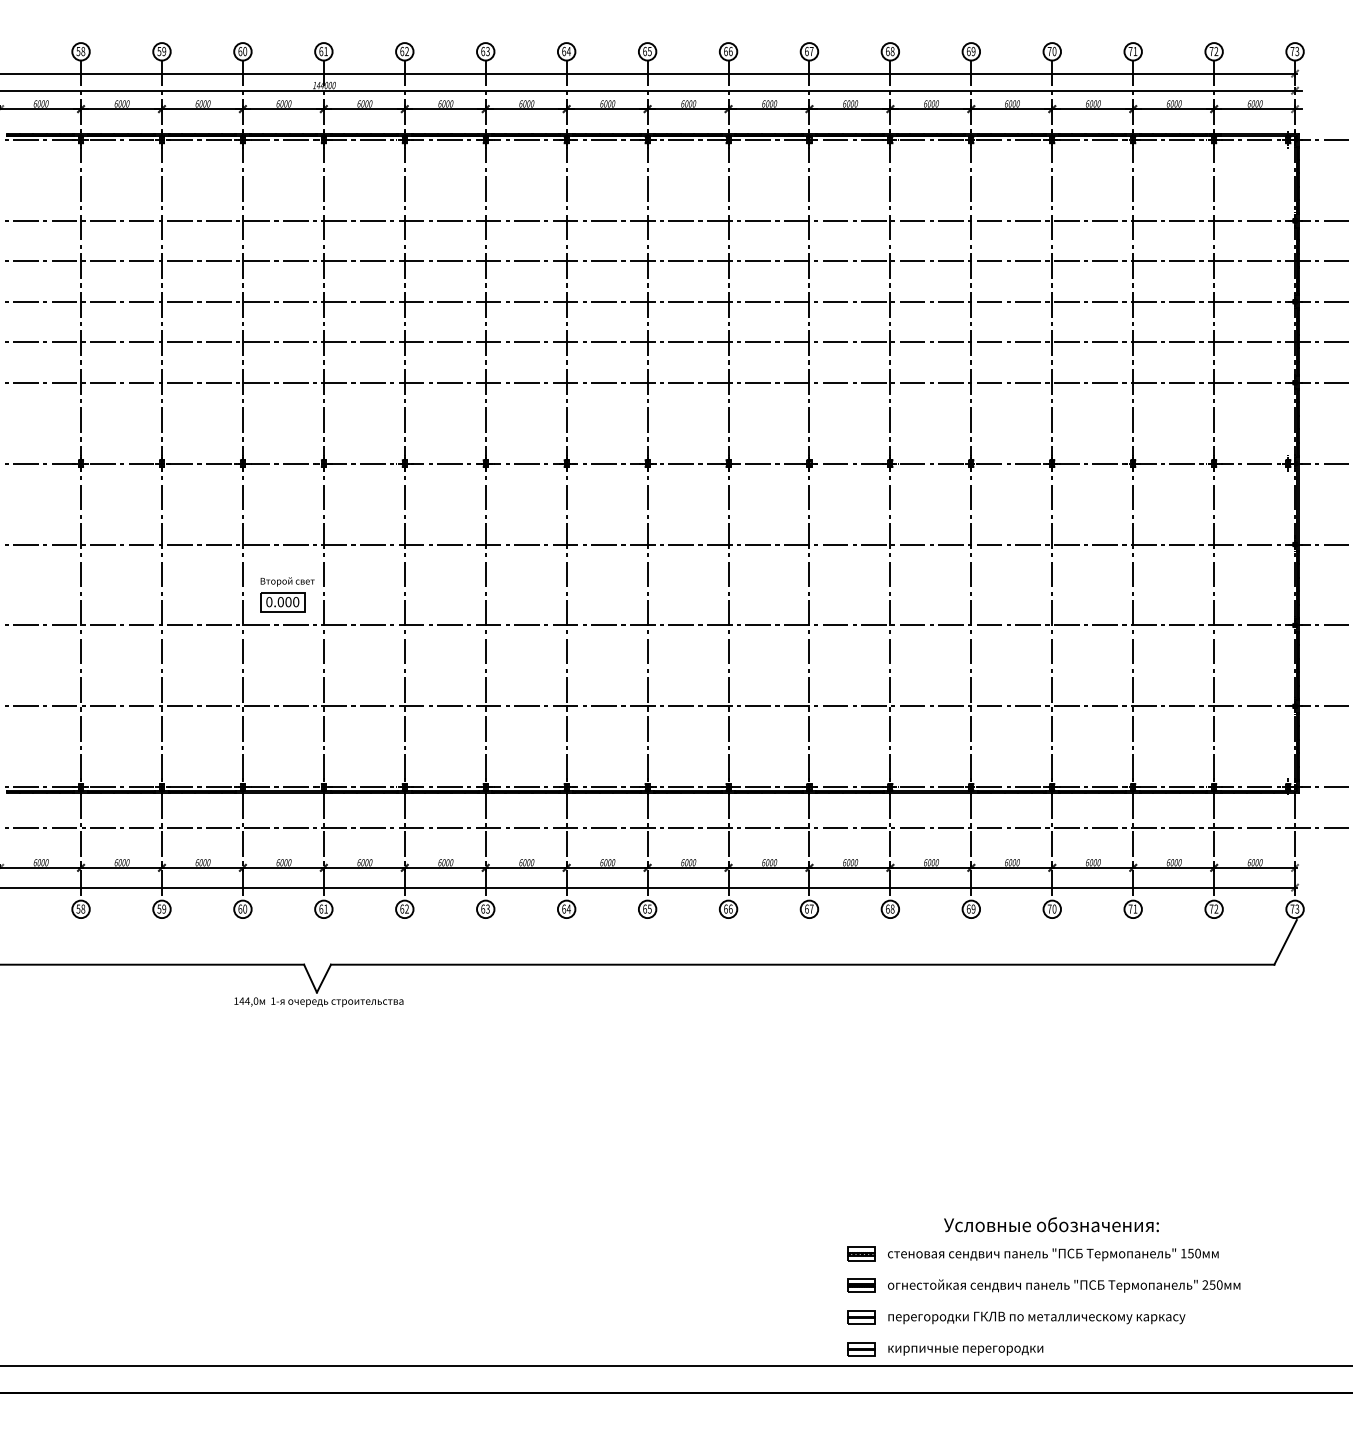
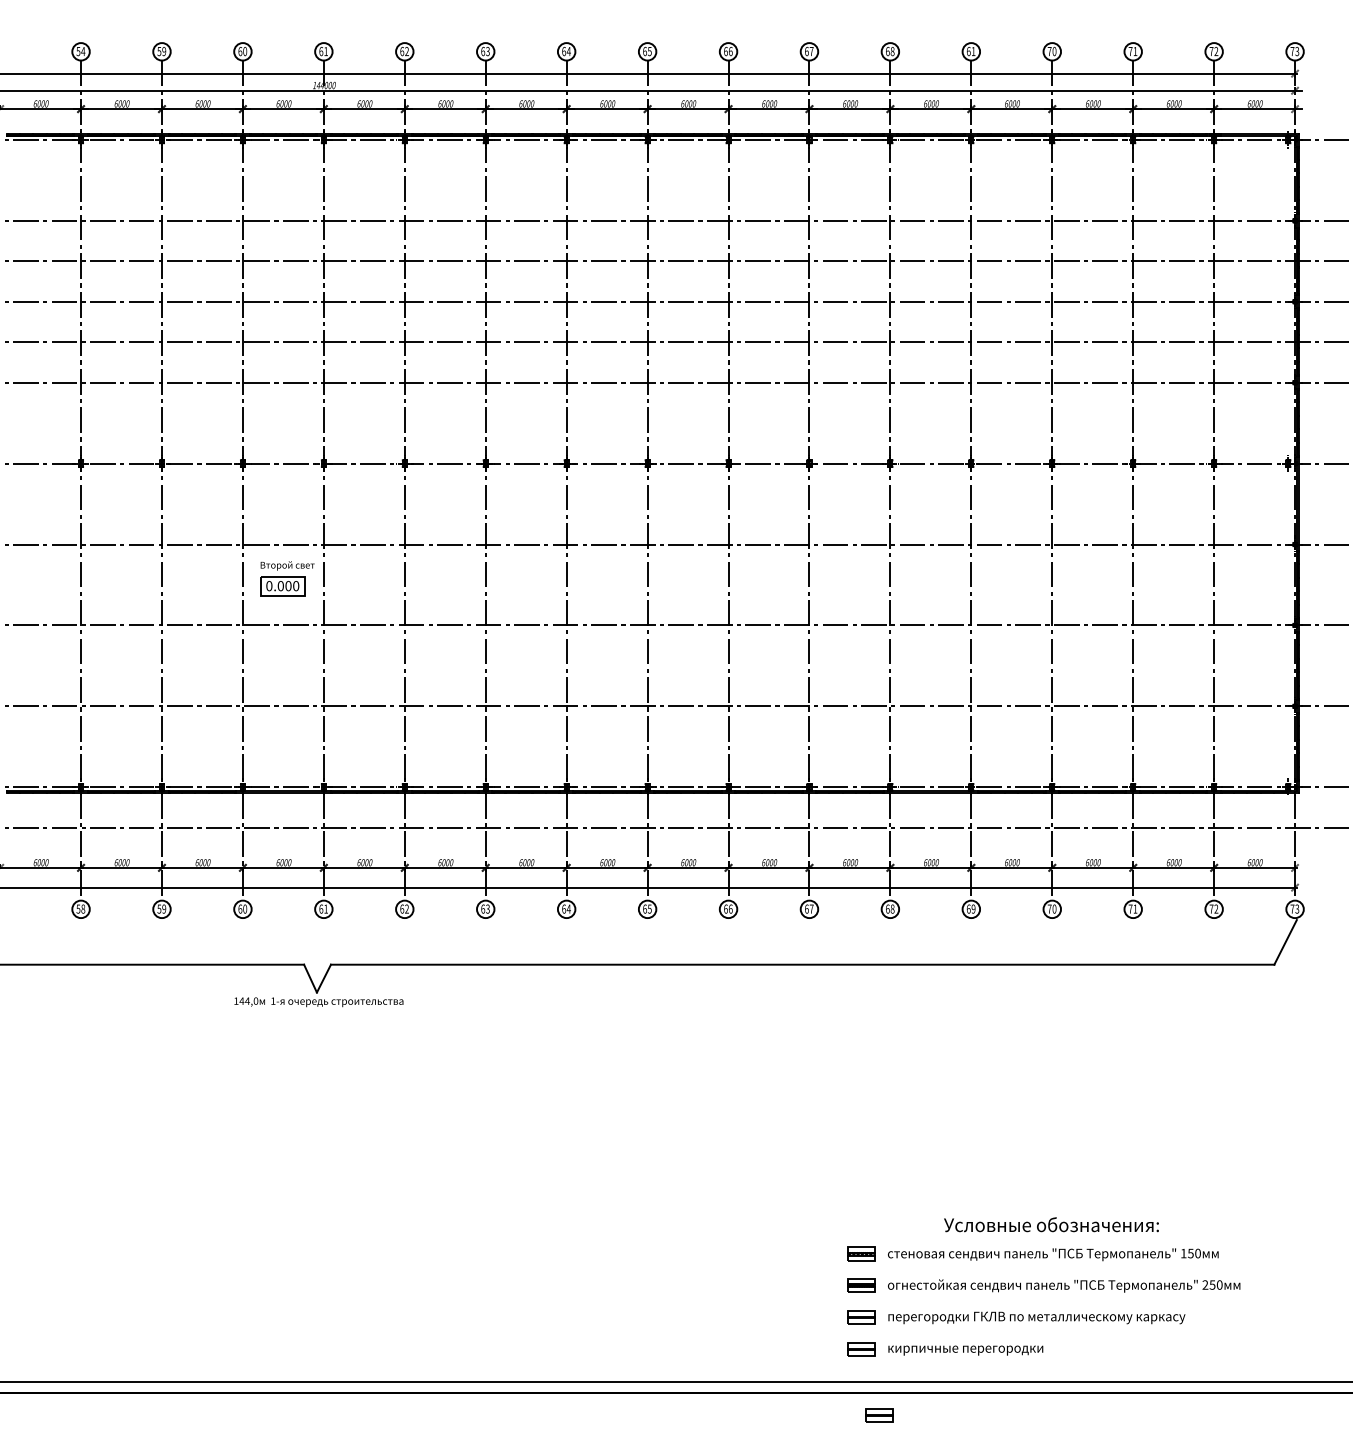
text at (83, 51): 58 -> 54
text at (973, 51): 69 -> 61
part at (287, 594) position: (287, 594) -> (287, 578)
line at (675, 1365) position: (675, 1365) -> (675, 1381)
part at (879, 1415): none -> present
